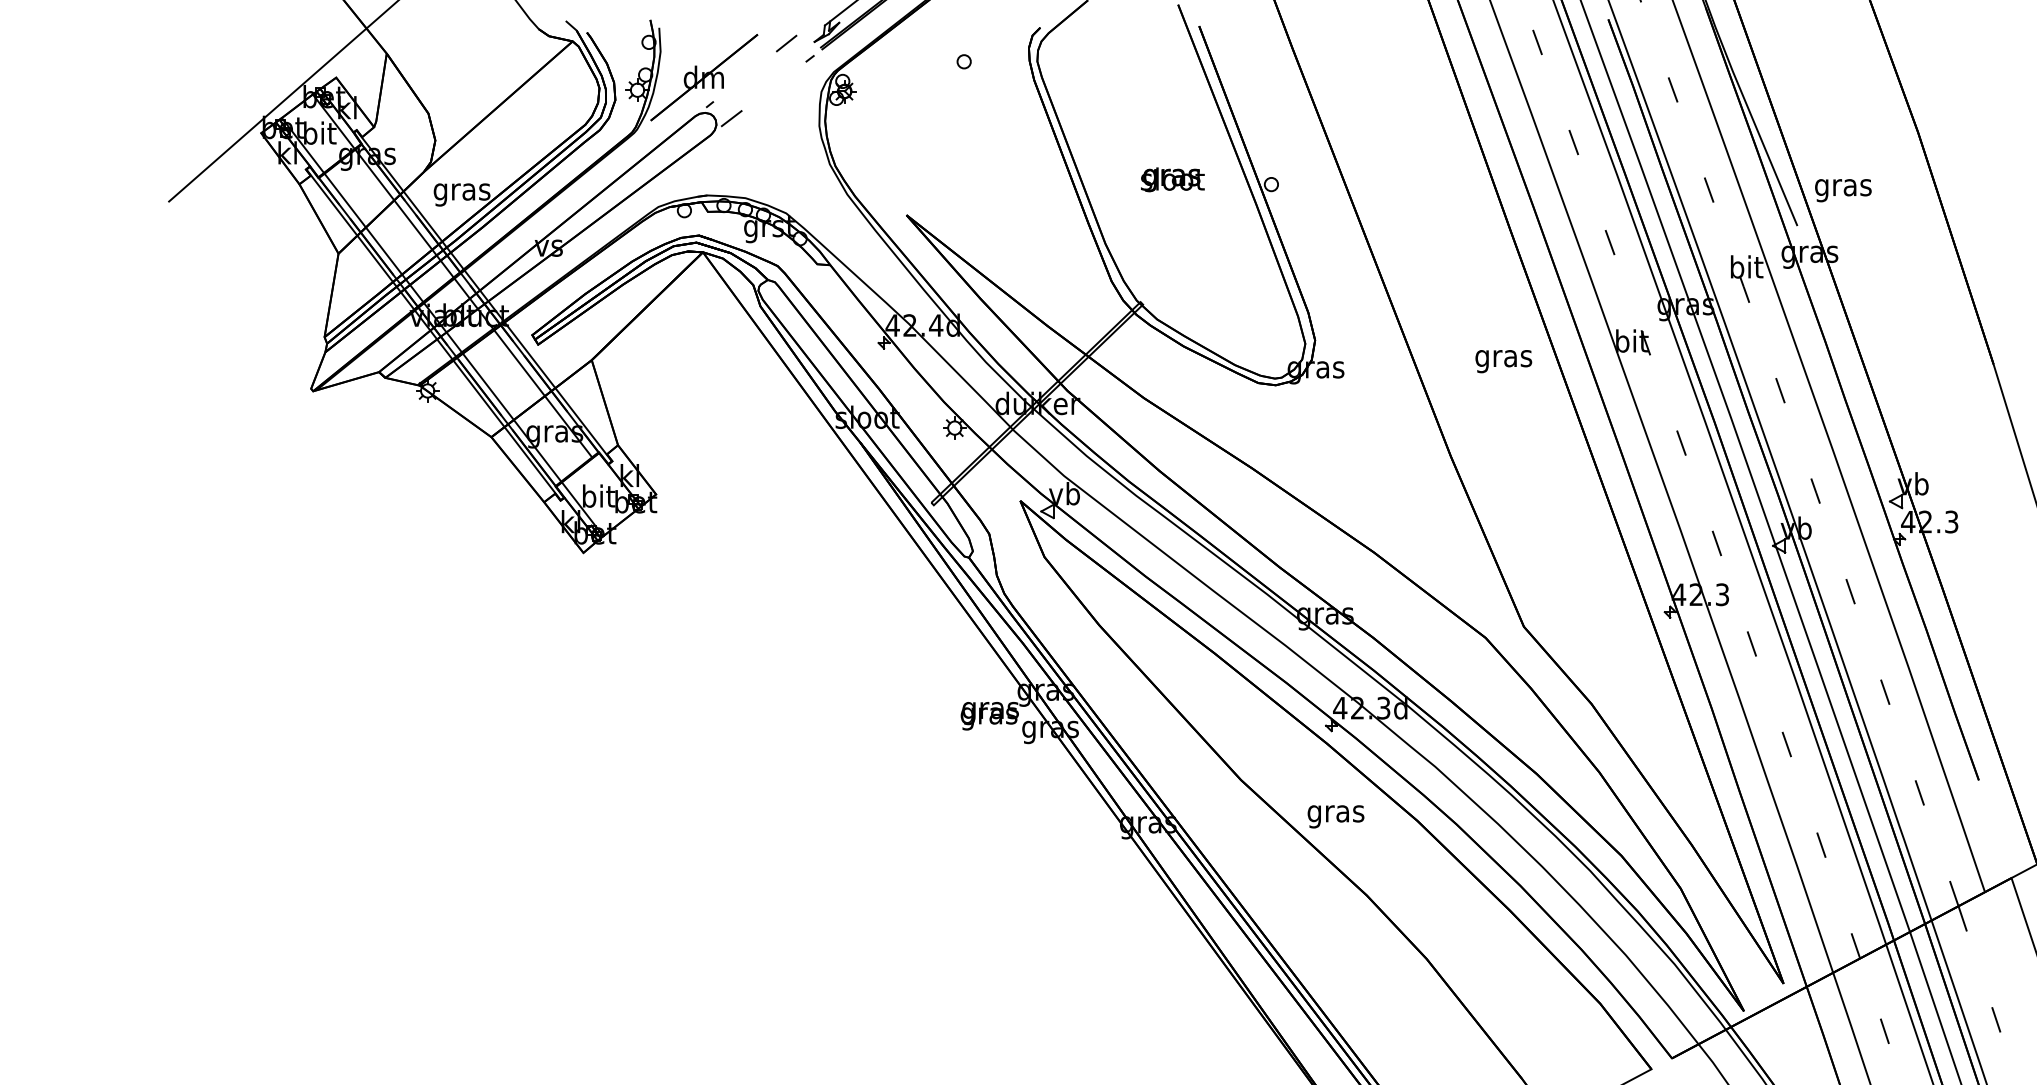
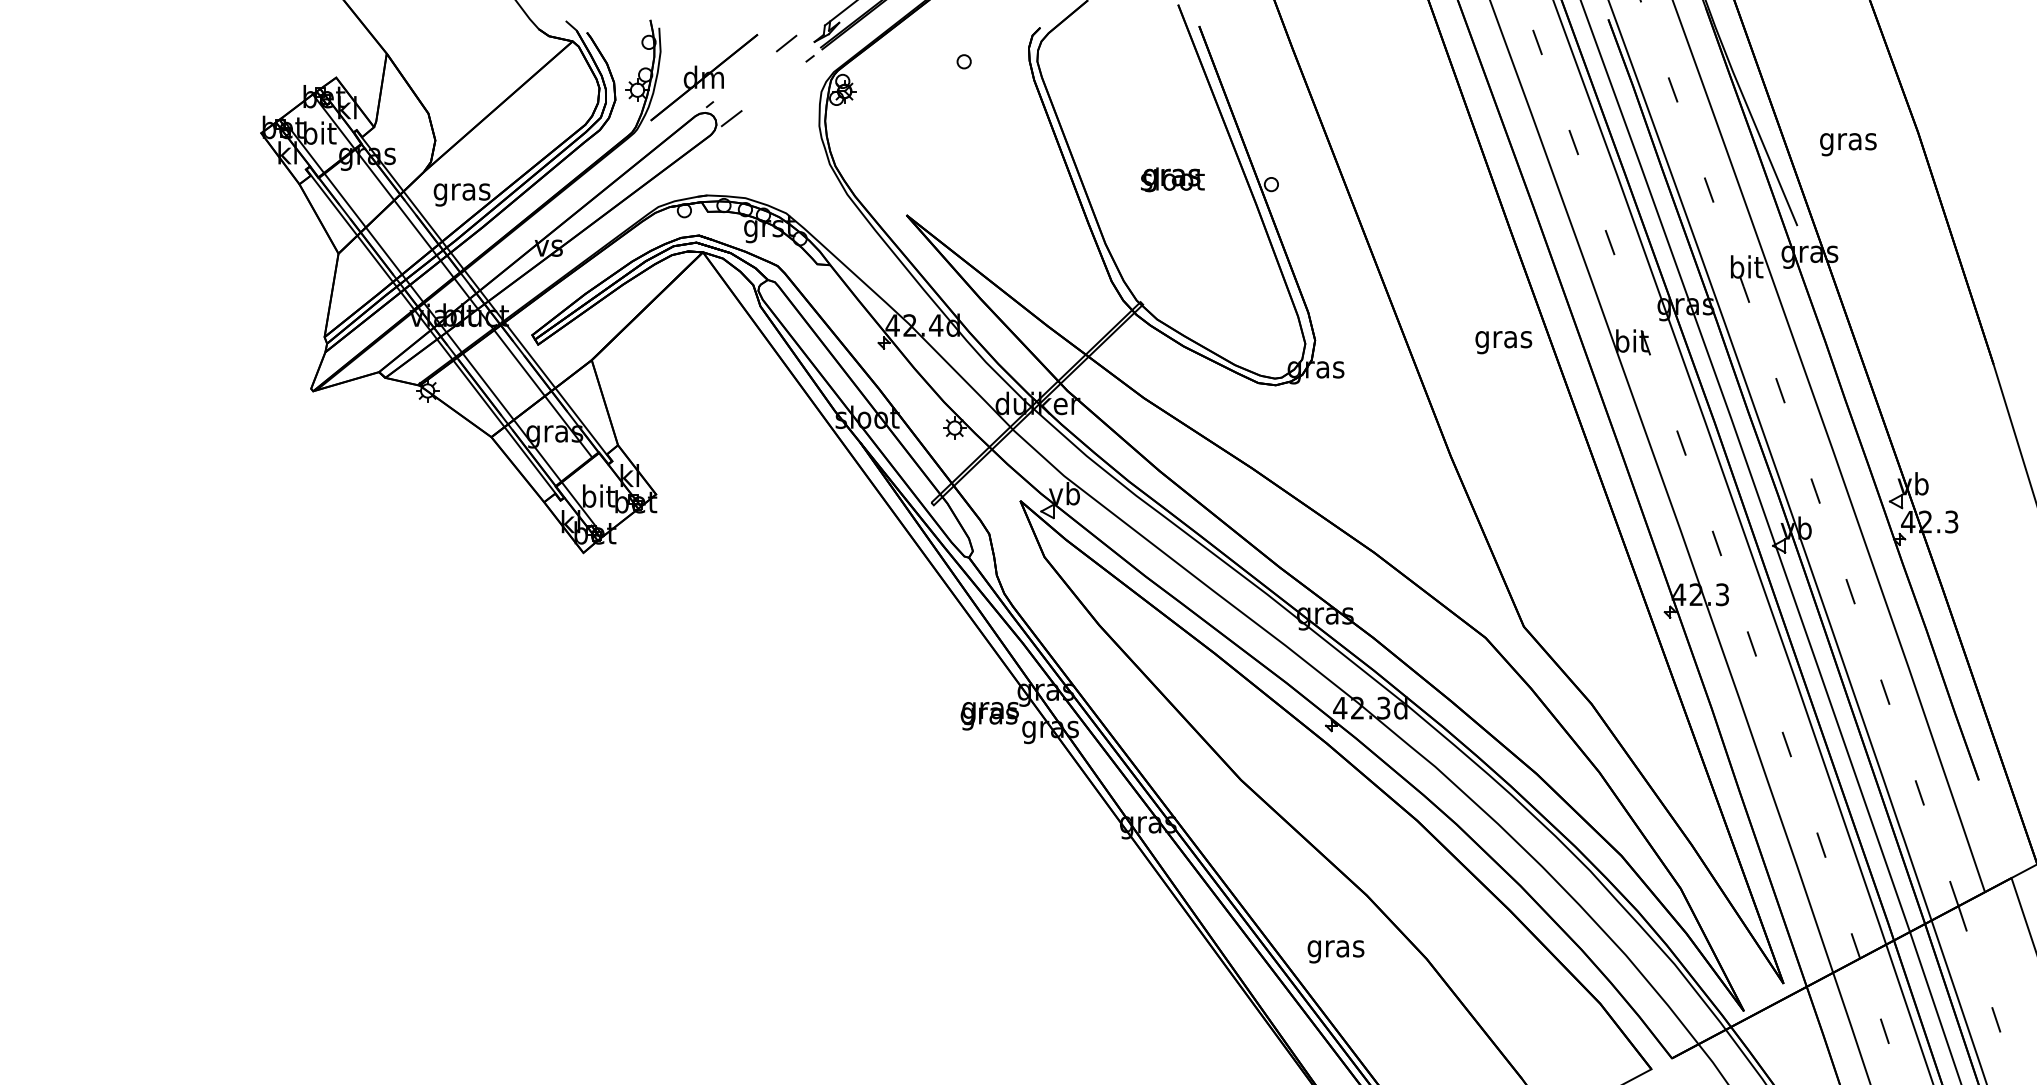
line at (282, 101): present -> none
text at (1843, 190) position: (1843, 190) -> (1848, 144)
text at (1503, 361) position: (1503, 361) -> (1503, 342)
text at (1335, 816) position: (1335, 816) -> (1335, 951)
